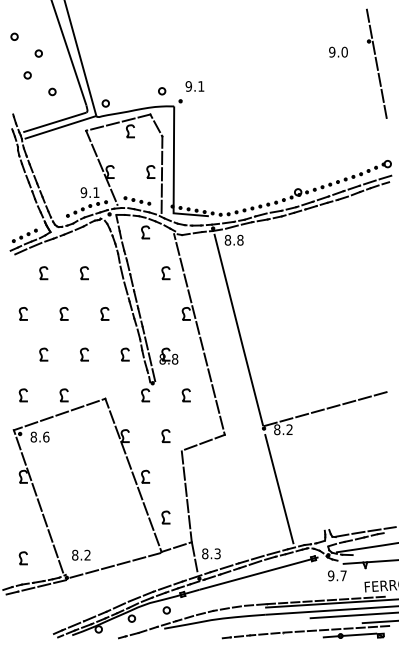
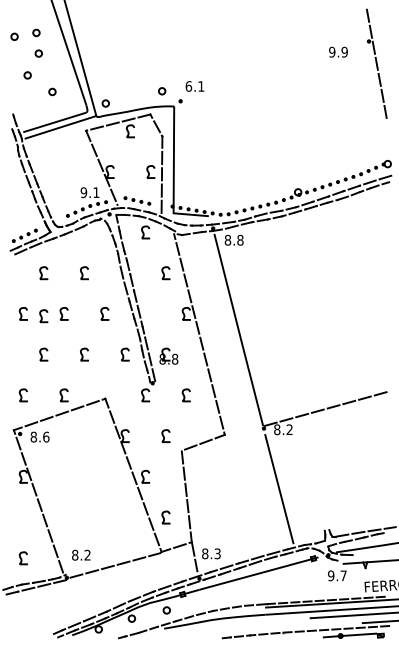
circle at (36, 32): none -> present
text at (344, 52): 9.0 -> 9.9
text at (188, 86): 9.1 -> 6.1
part at (43, 316): none -> present
